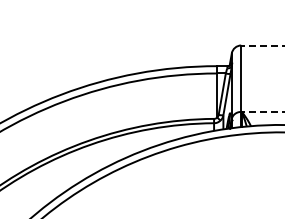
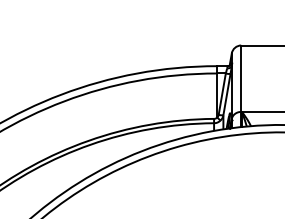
line at (263, 45): dashed -> solid
line at (262, 111): dashed -> solid
